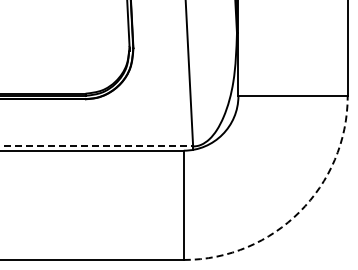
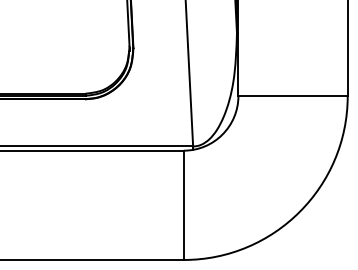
line at (97, 146): dashed -> solid
arc at (299, 211): dashed -> solid
